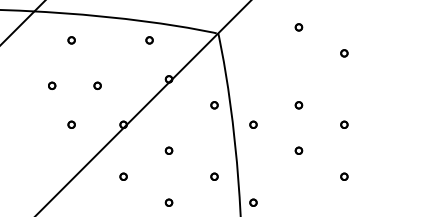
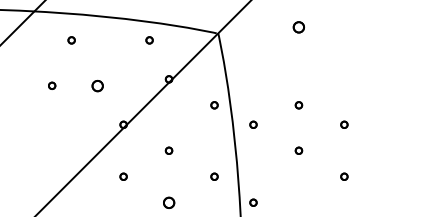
part at (298, 27) size: 10x9 px -> 13x13 px
part at (344, 53): present -> none
part at (97, 85) size: 9x9 px -> 13x13 px
part at (71, 124): present -> none
part at (168, 202) size: 10x9 px -> 13x13 px
